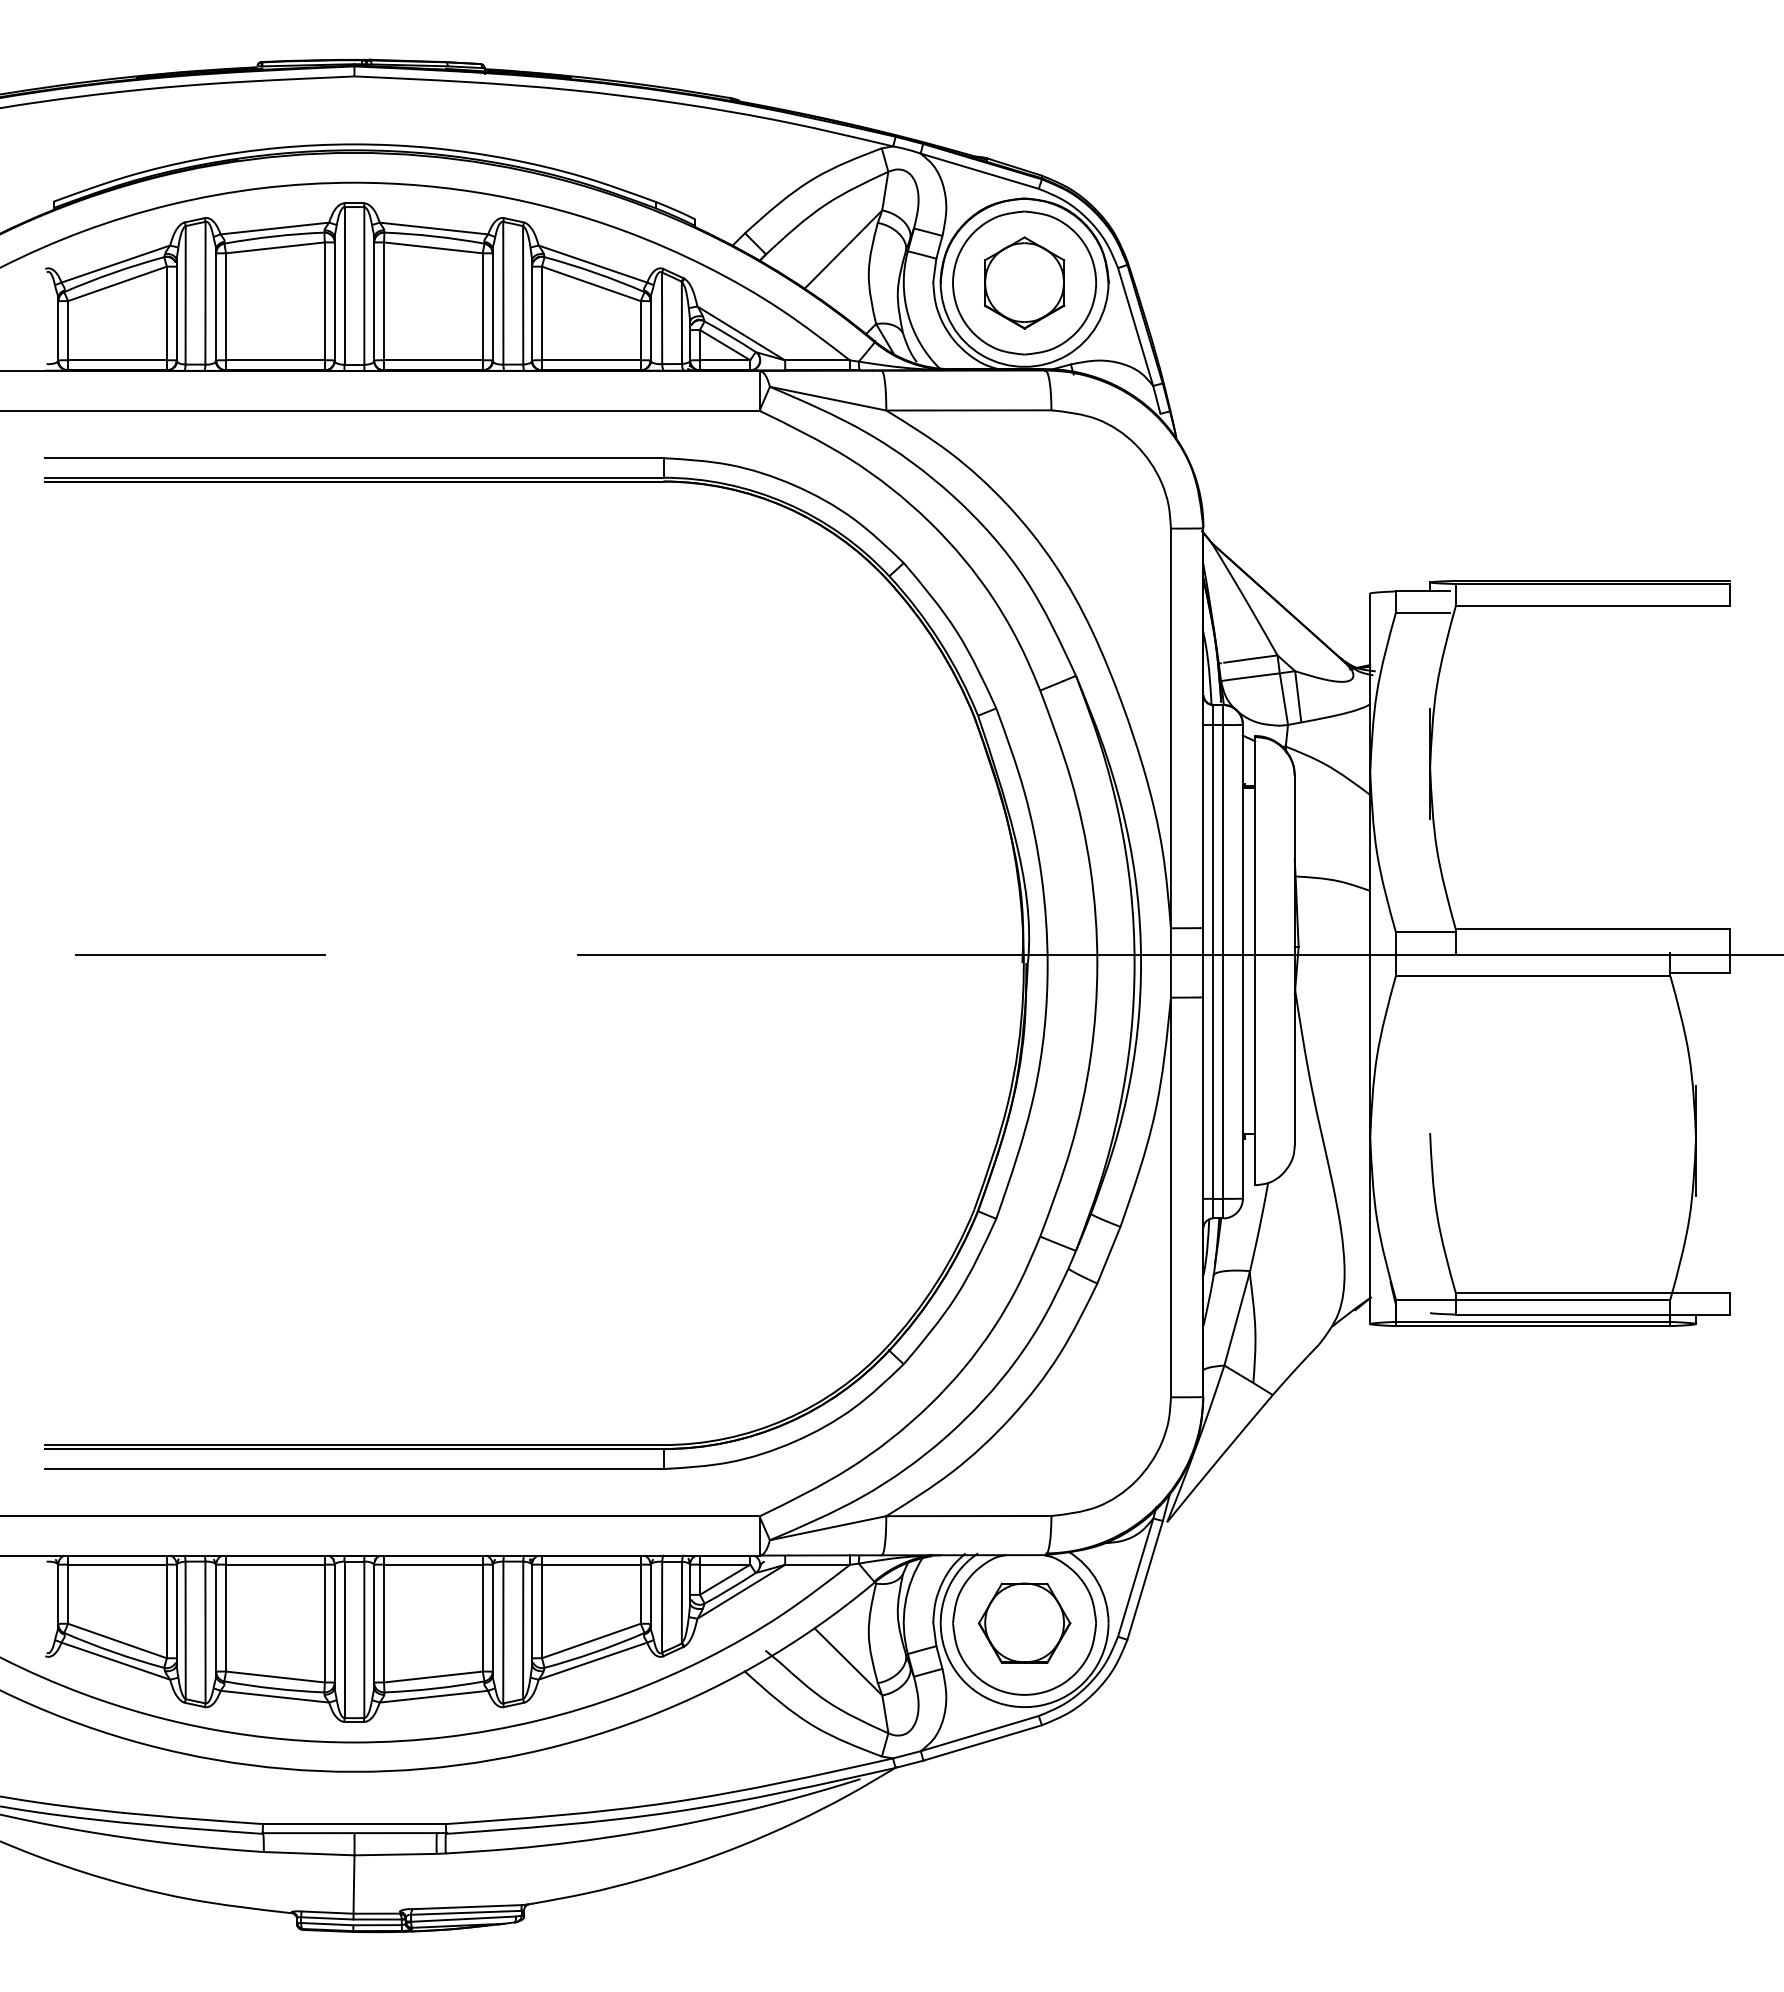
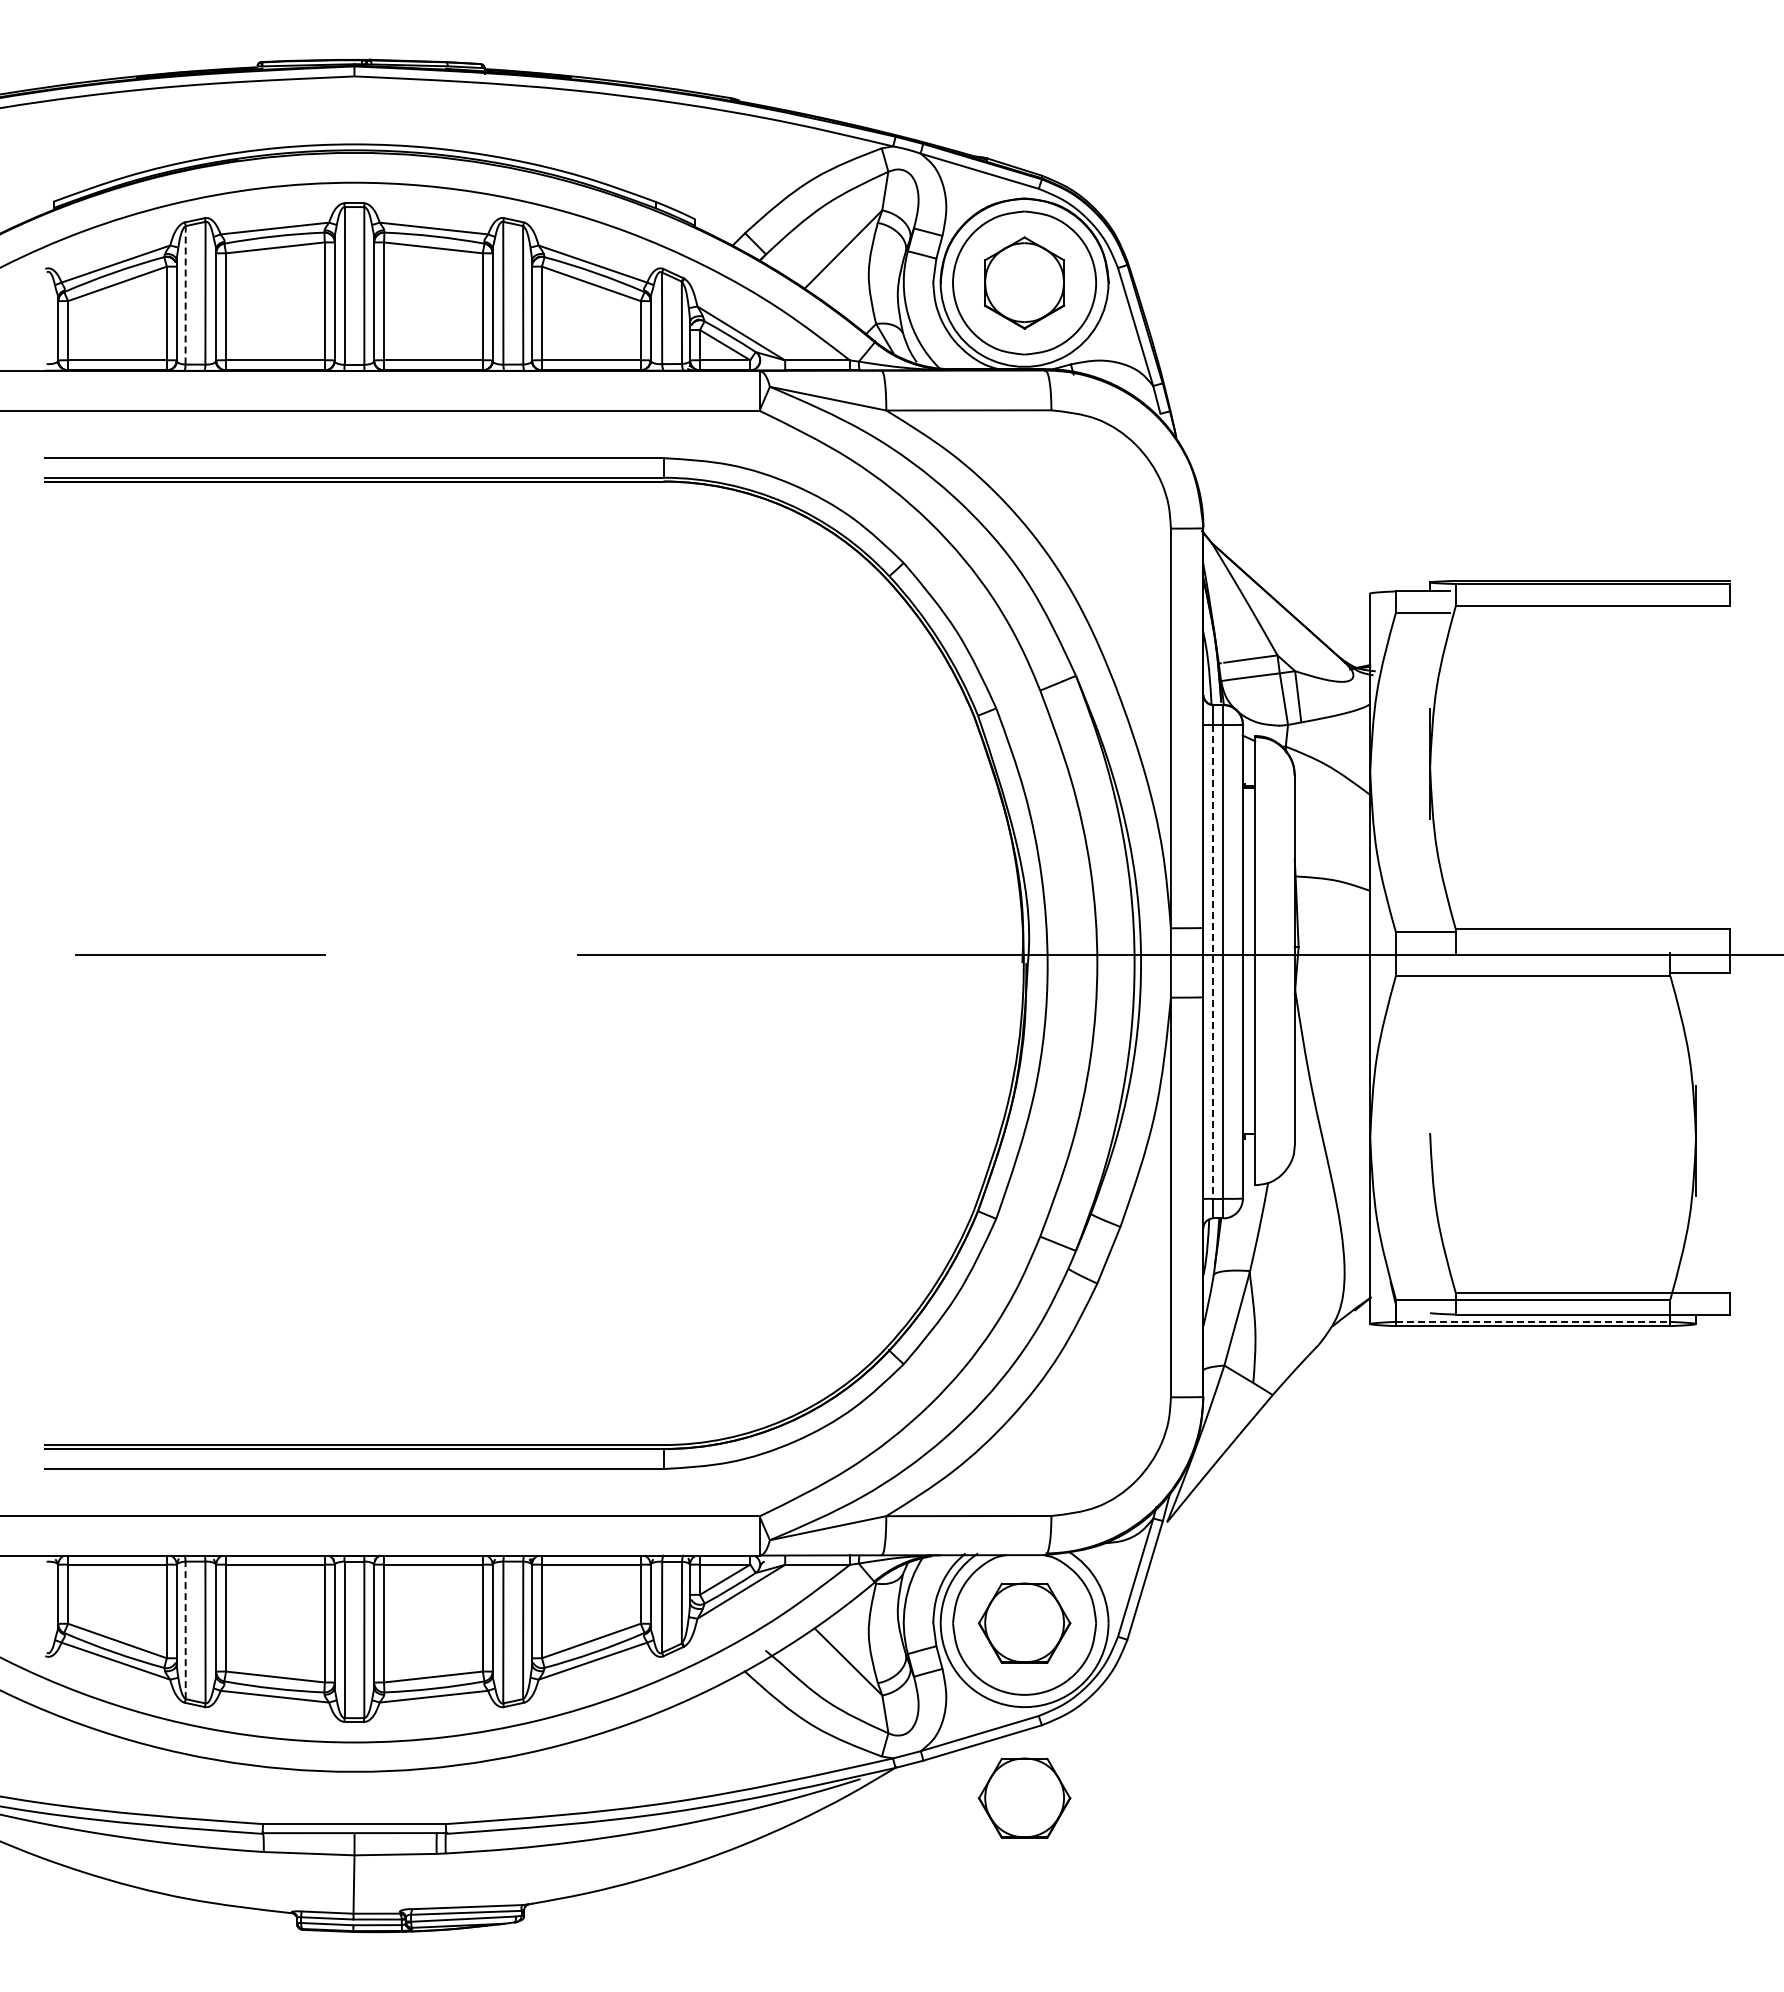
line at (185, 294): solid -> dashed
line at (1213, 961): solid -> dashed
line at (1533, 1321): solid -> dashed
line at (185, 1630): solid -> dashed
part at (1024, 1797): none -> present
